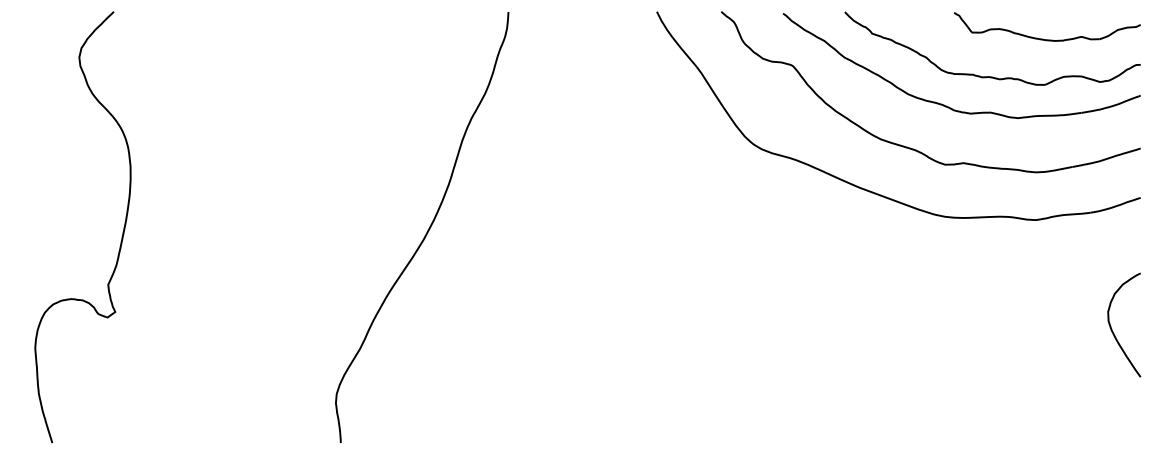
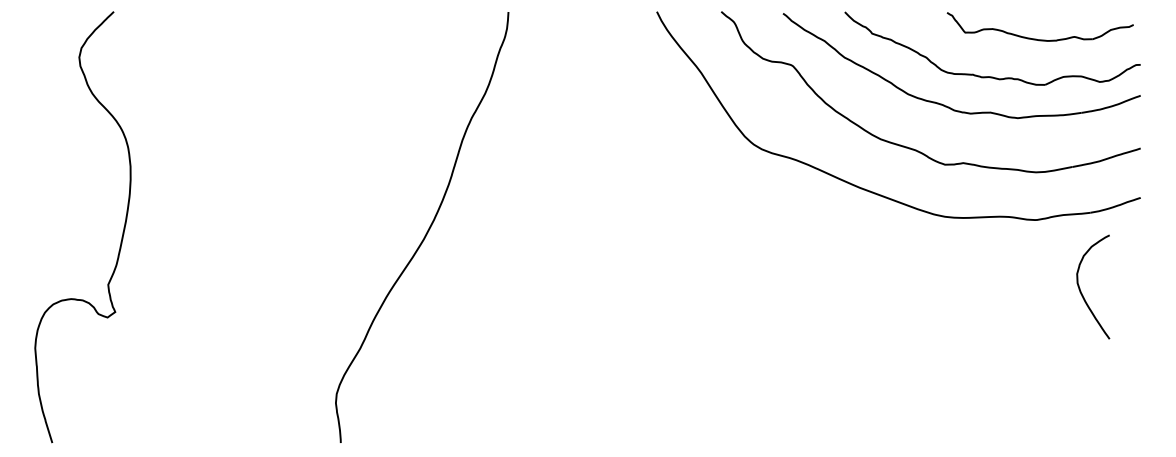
part at (1043, 38) position: (1043, 38) -> (1036, 38)
curve at (1112, 329) position: (1112, 329) -> (1081, 291)
